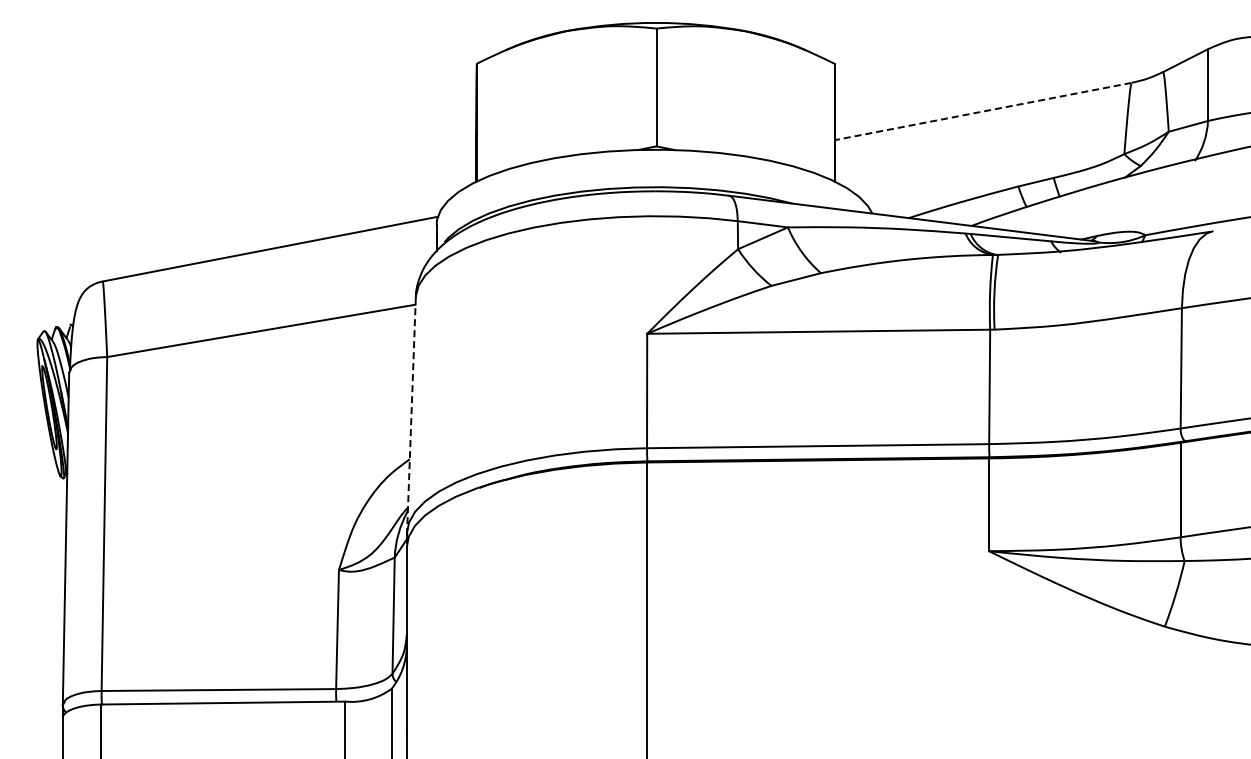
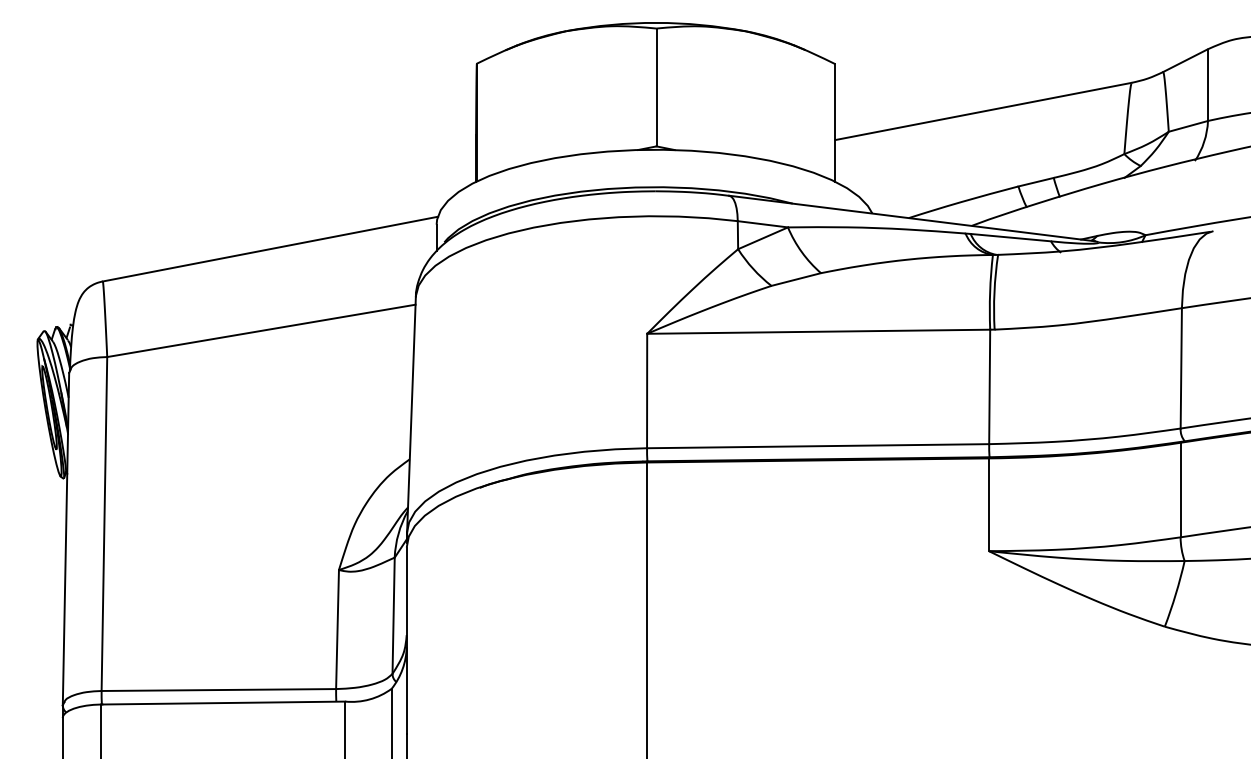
line at (983, 111): dashed -> solid
line at (411, 414): dashed -> solid
